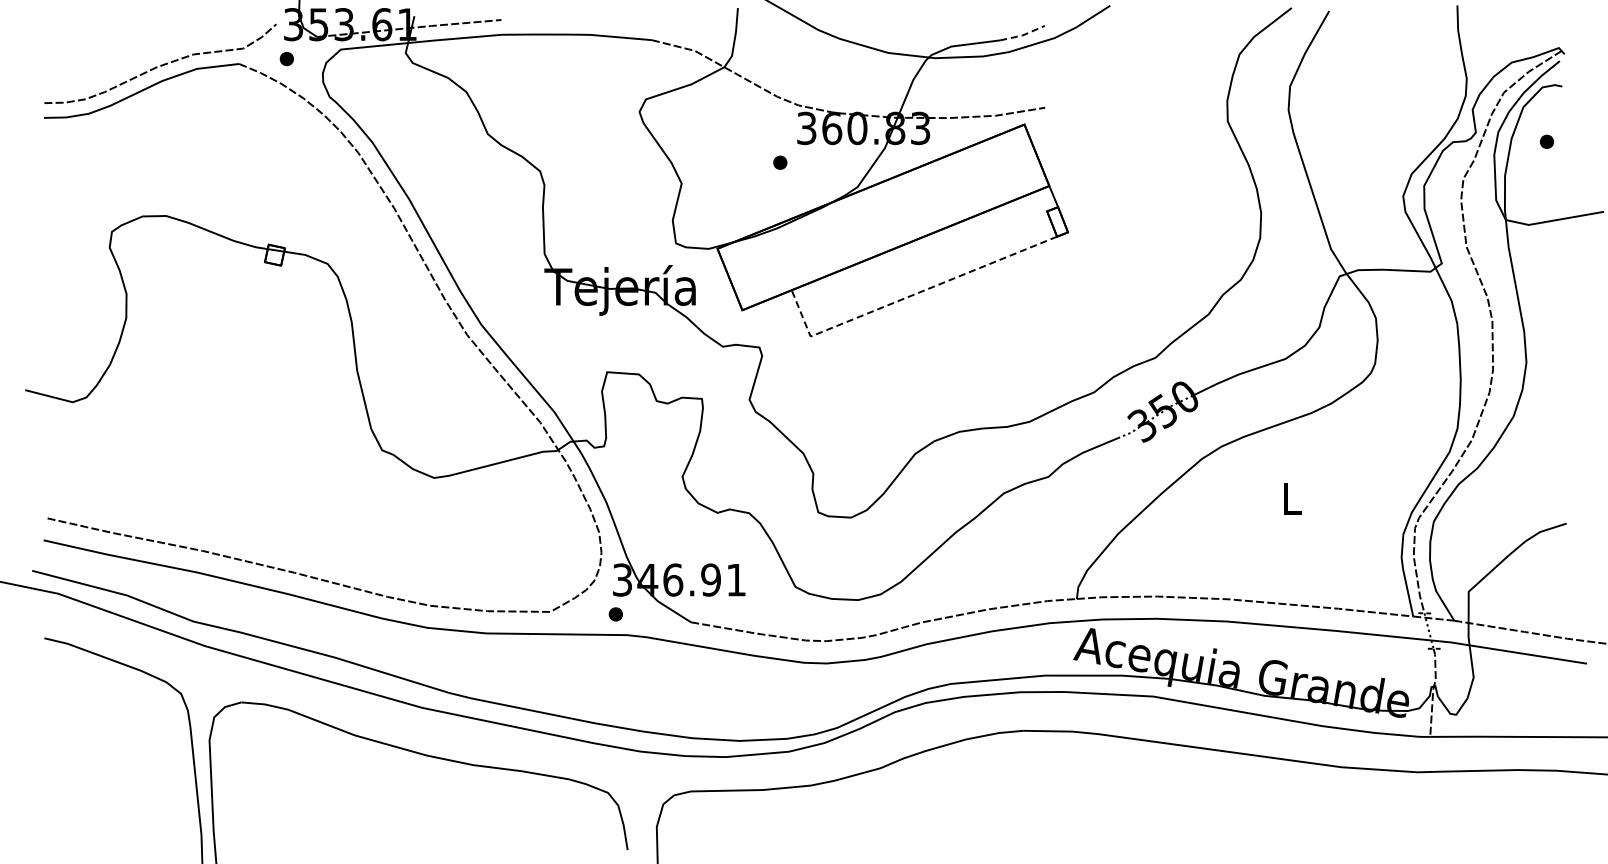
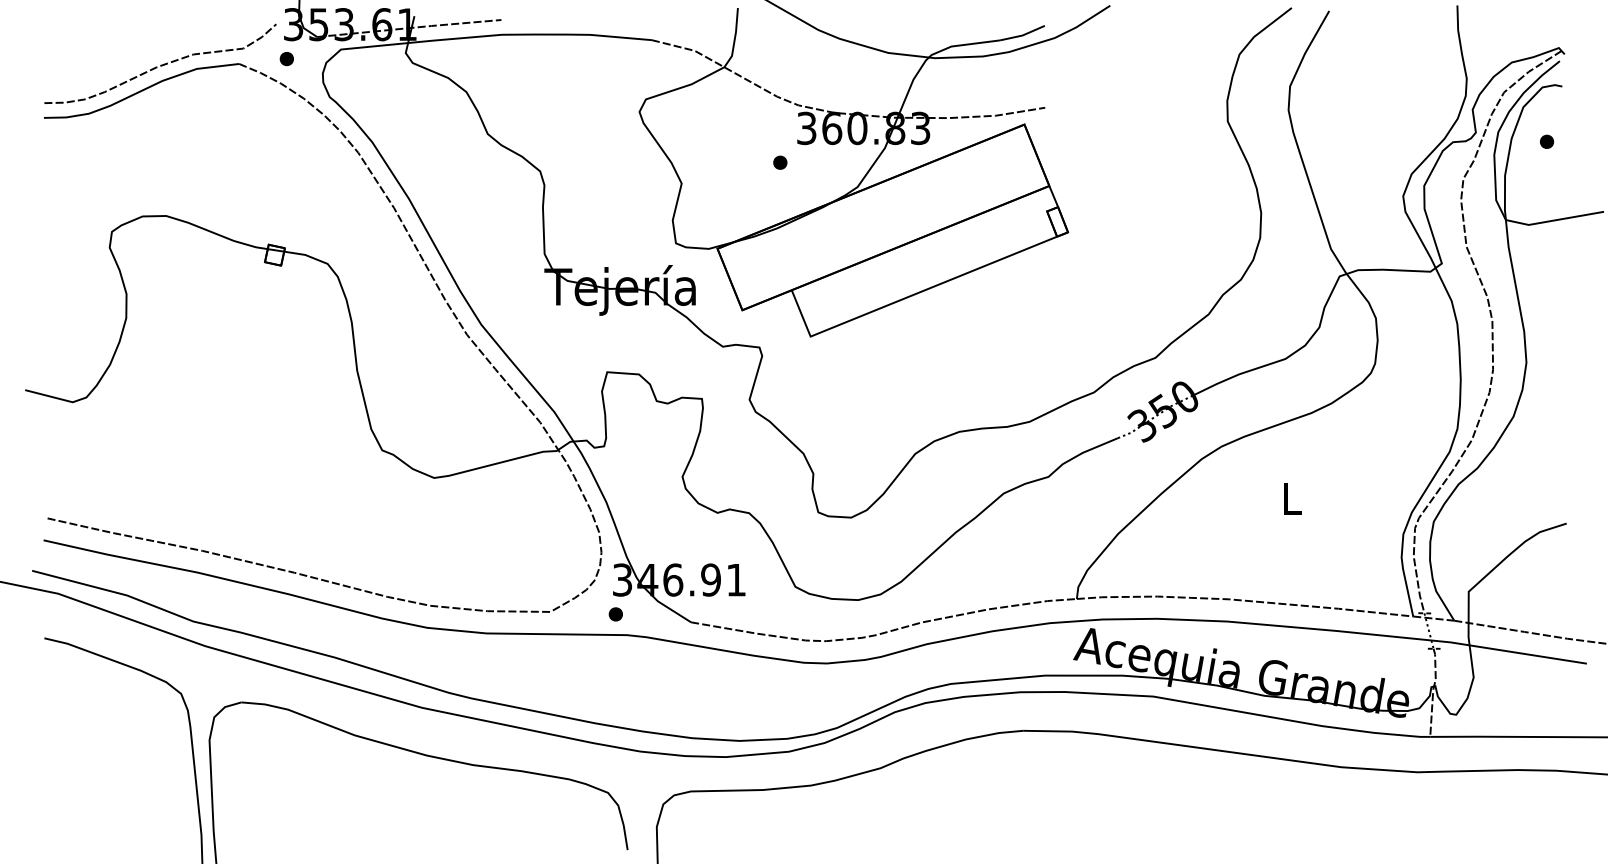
line at (1022, 35): dashed -> solid
line at (909, 296): dashed -> solid
